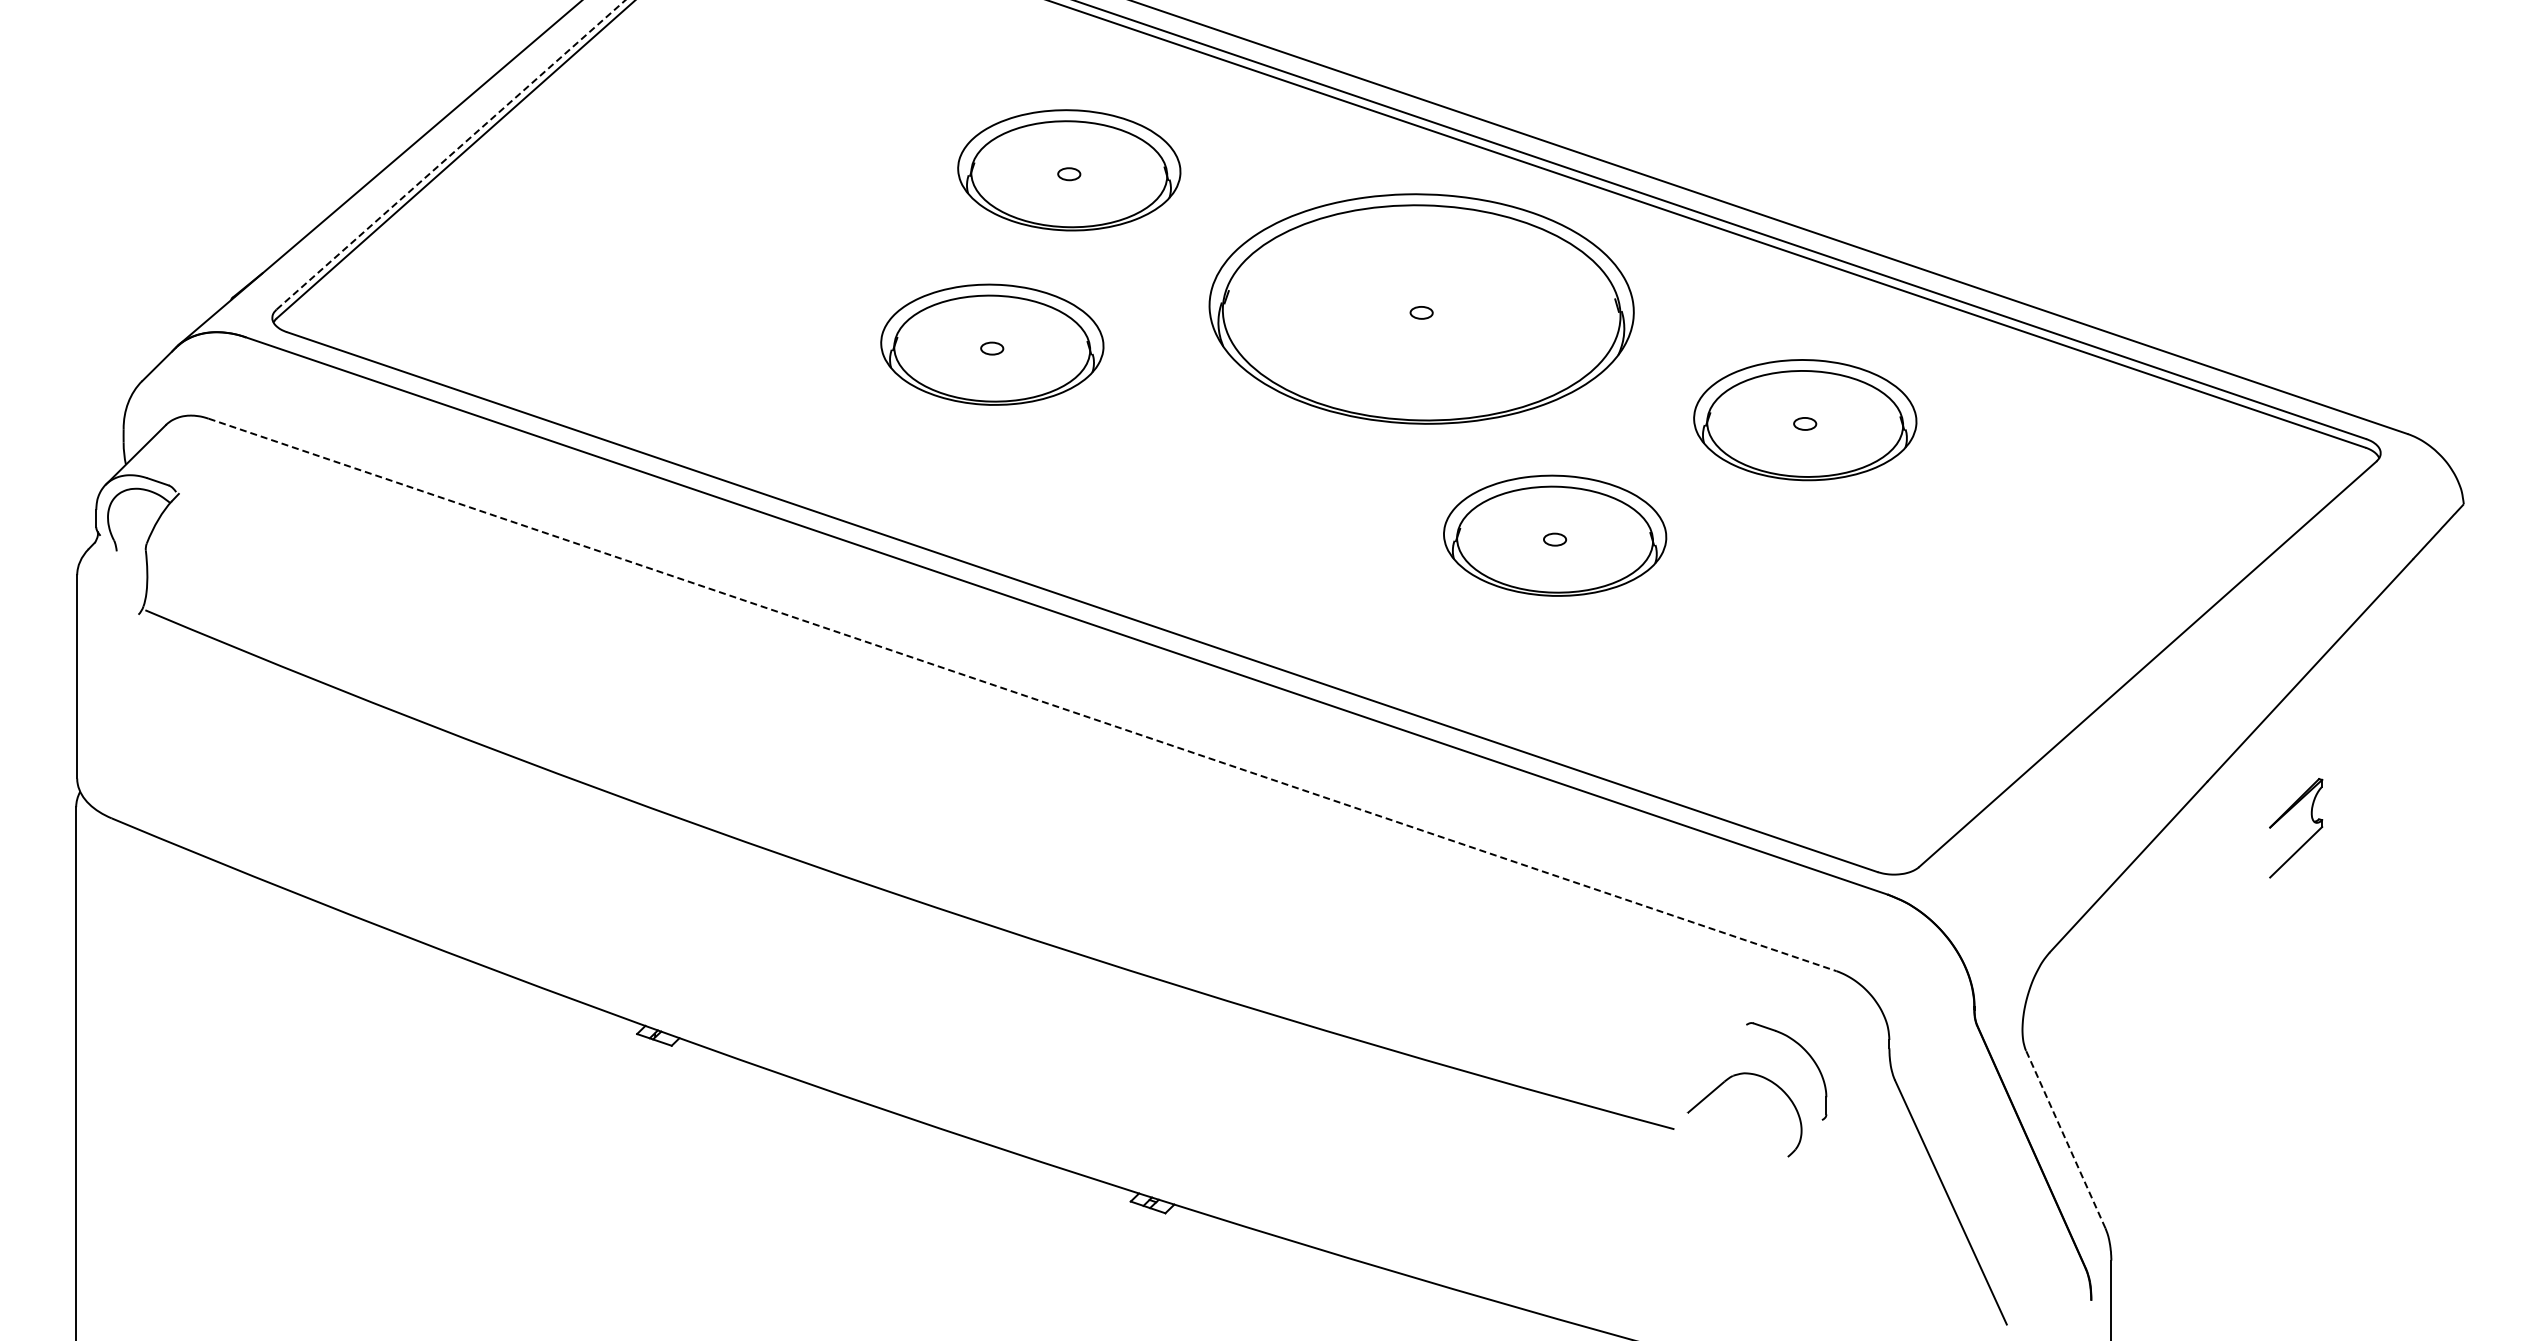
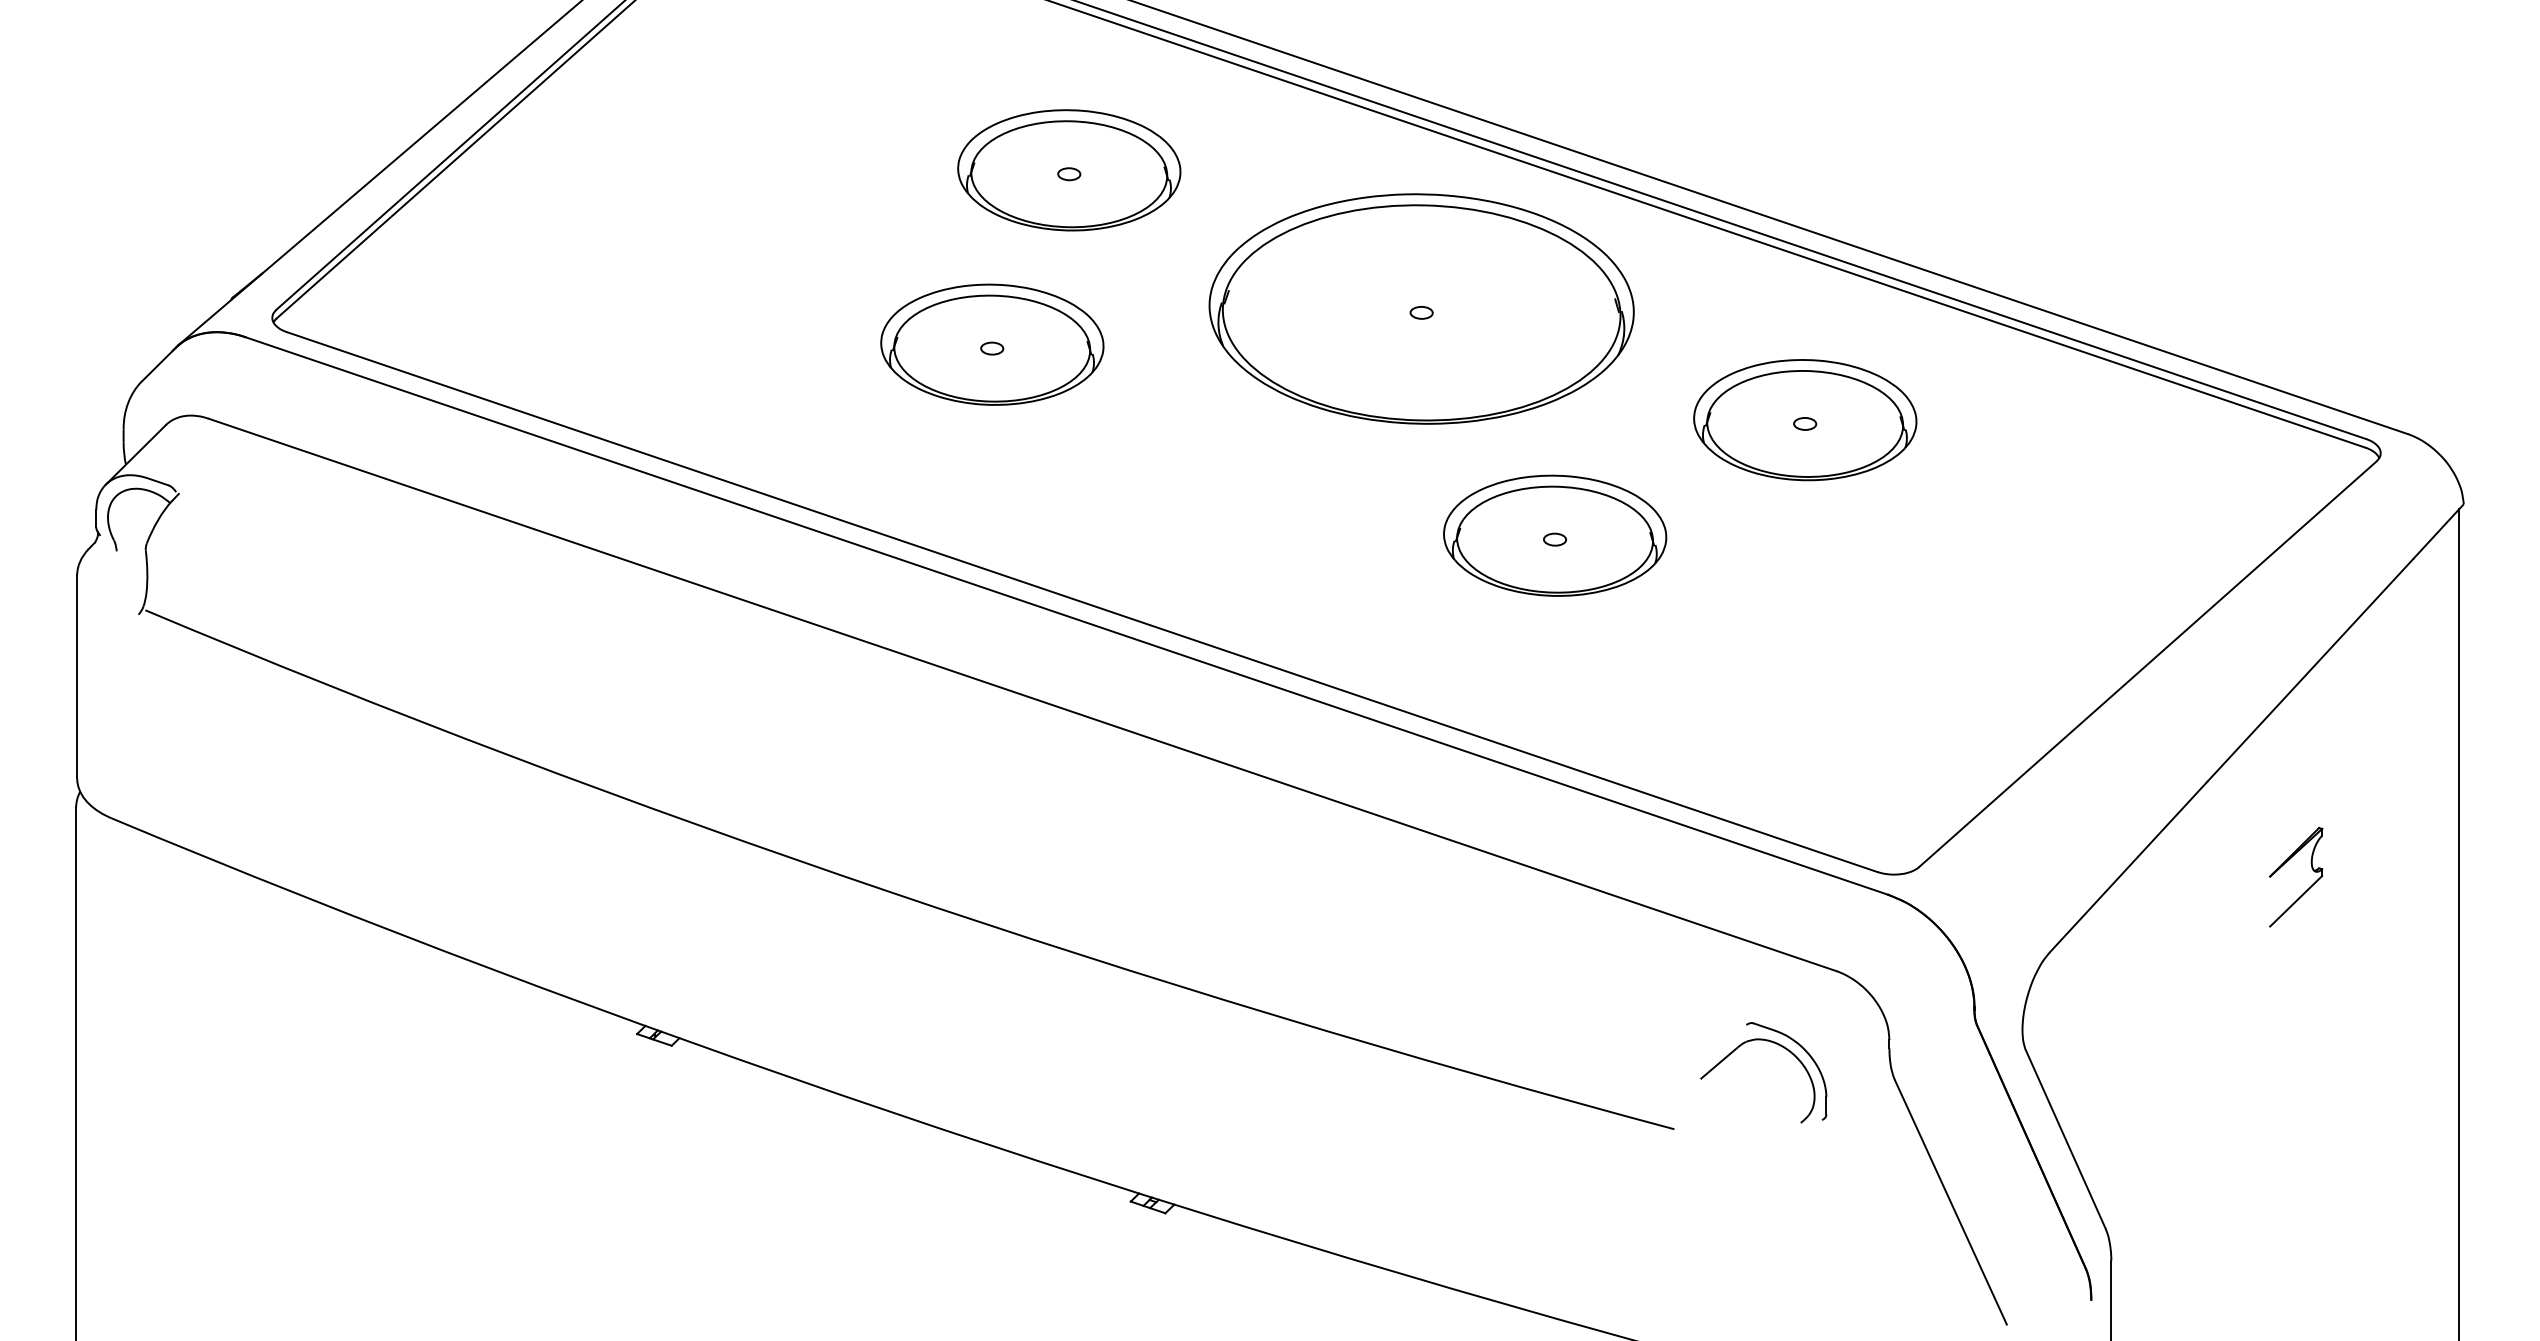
line at (451, 154): dashed -> solid
line at (1022, 694): dashed -> solid
part at (2307, 839) position: (2307, 839) -> (2307, 888)
line at (2459, 923): none -> present
part at (1718, 1088) position: (1718, 1088) -> (1731, 1054)
line at (2065, 1139): dashed -> solid
